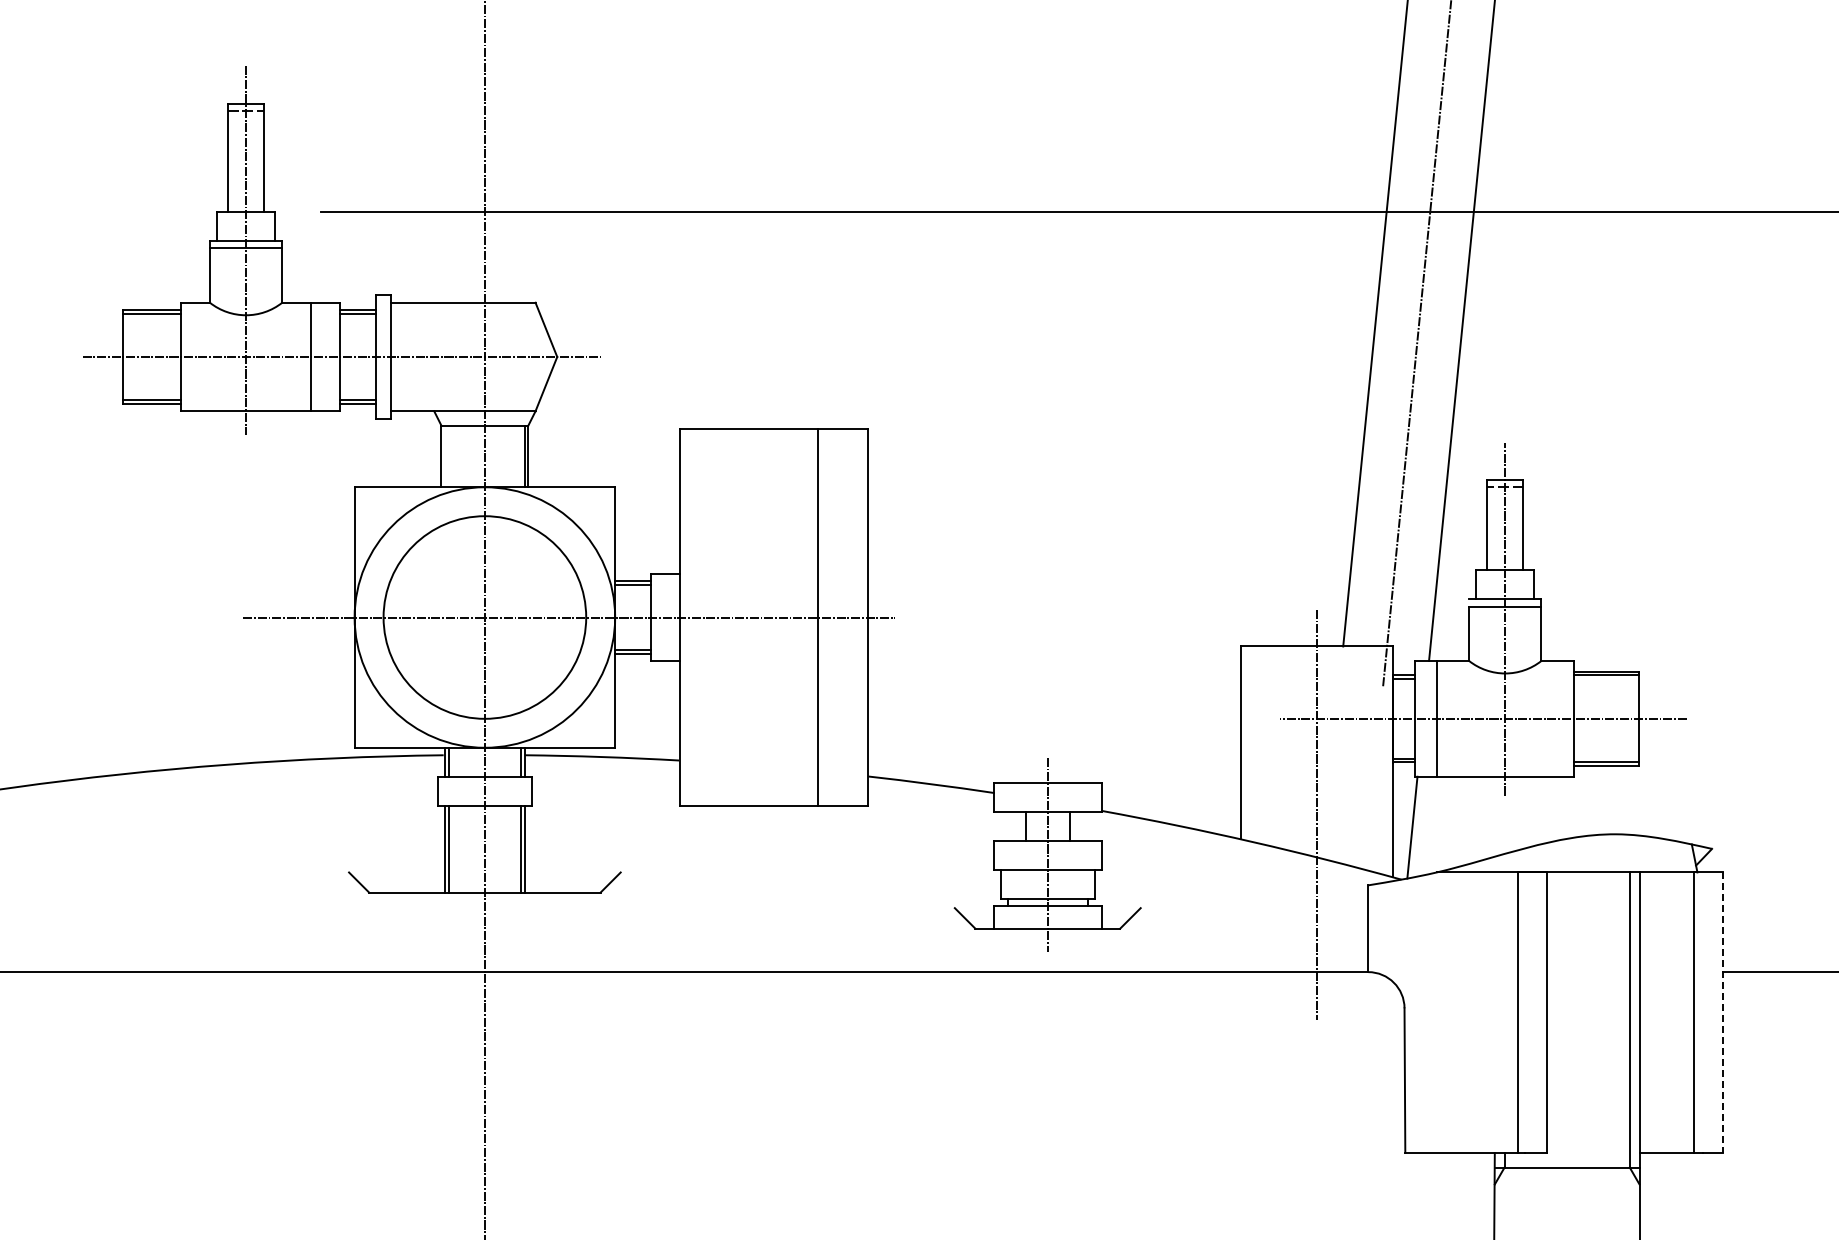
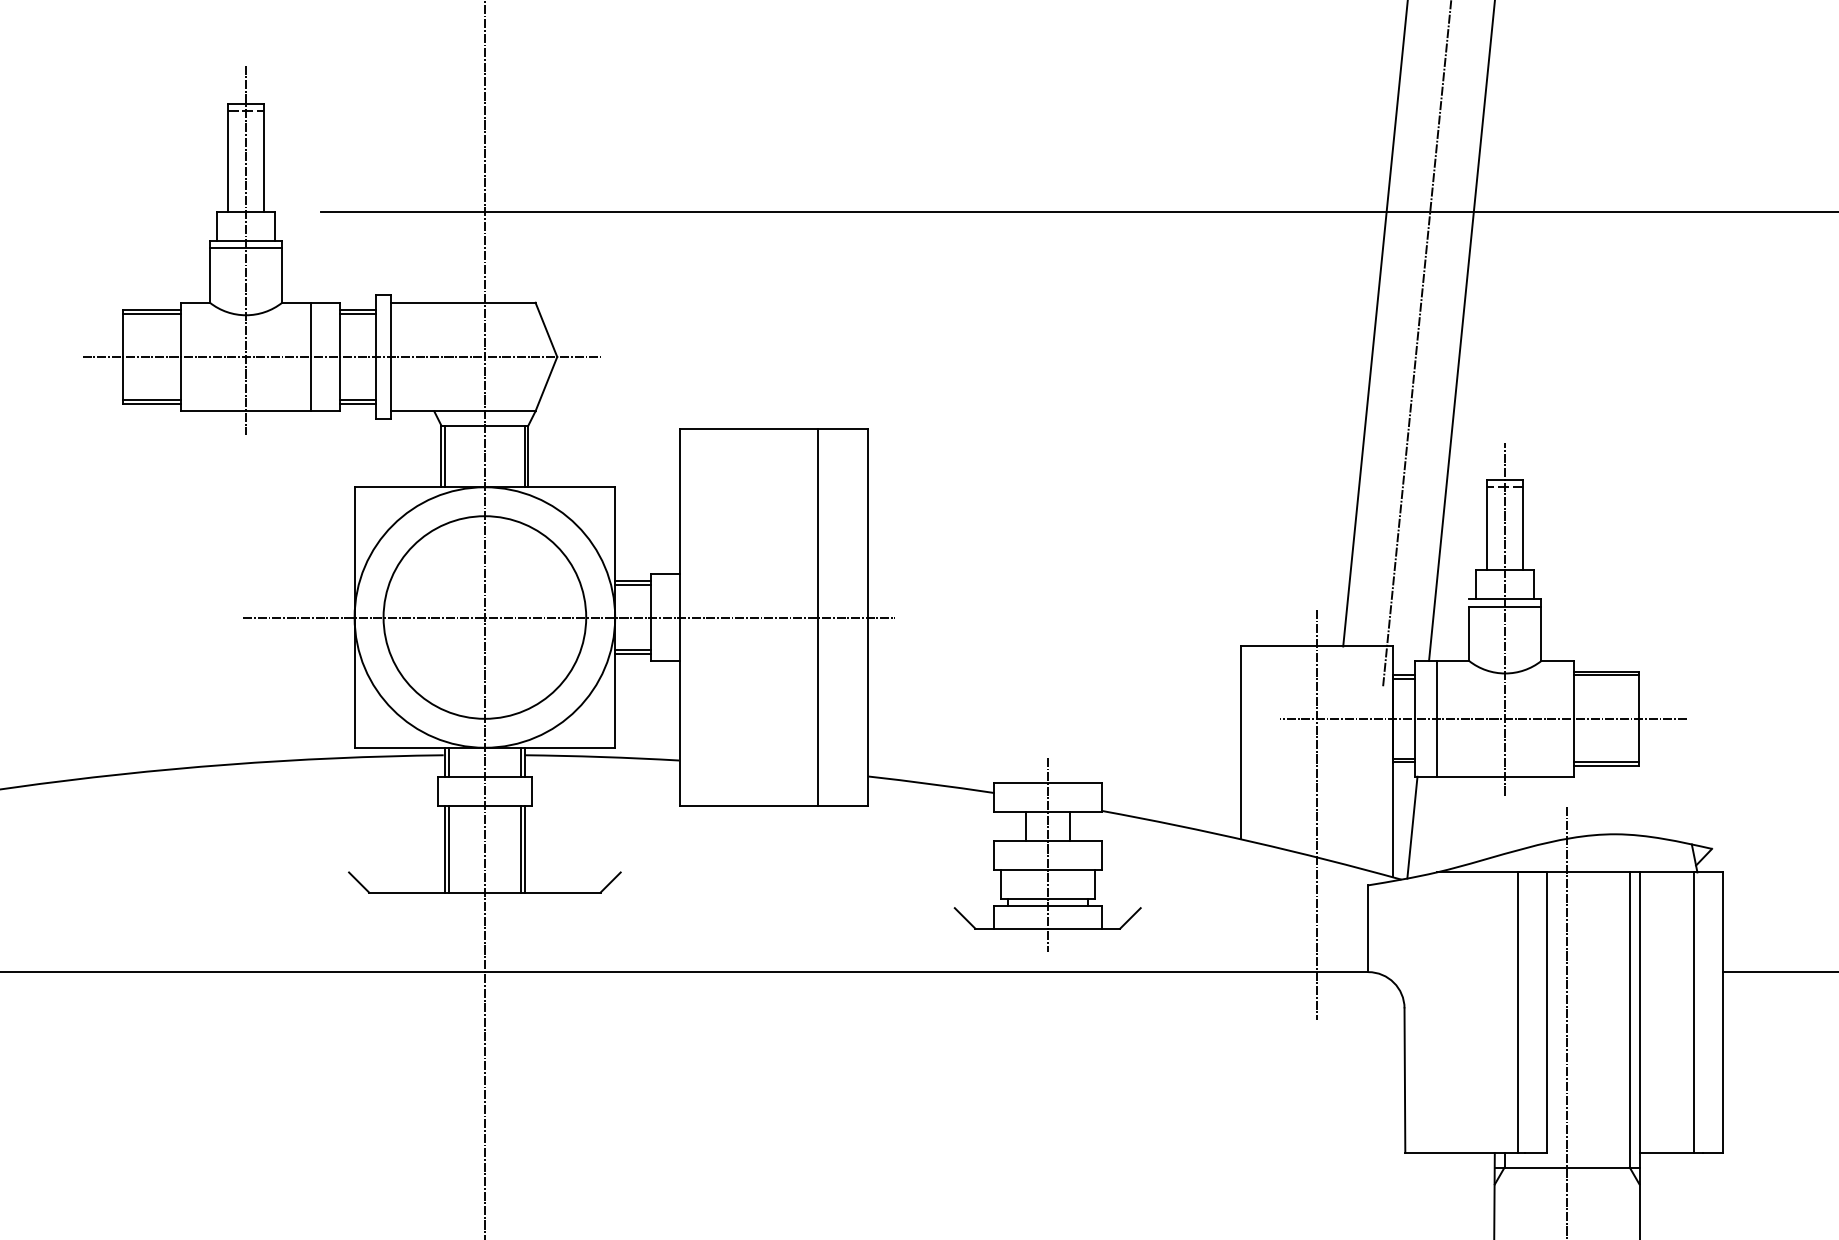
line at (445, 456): none -> present
line at (1722, 1013): dashed -> solid
line at (1567, 1021): none -> present
